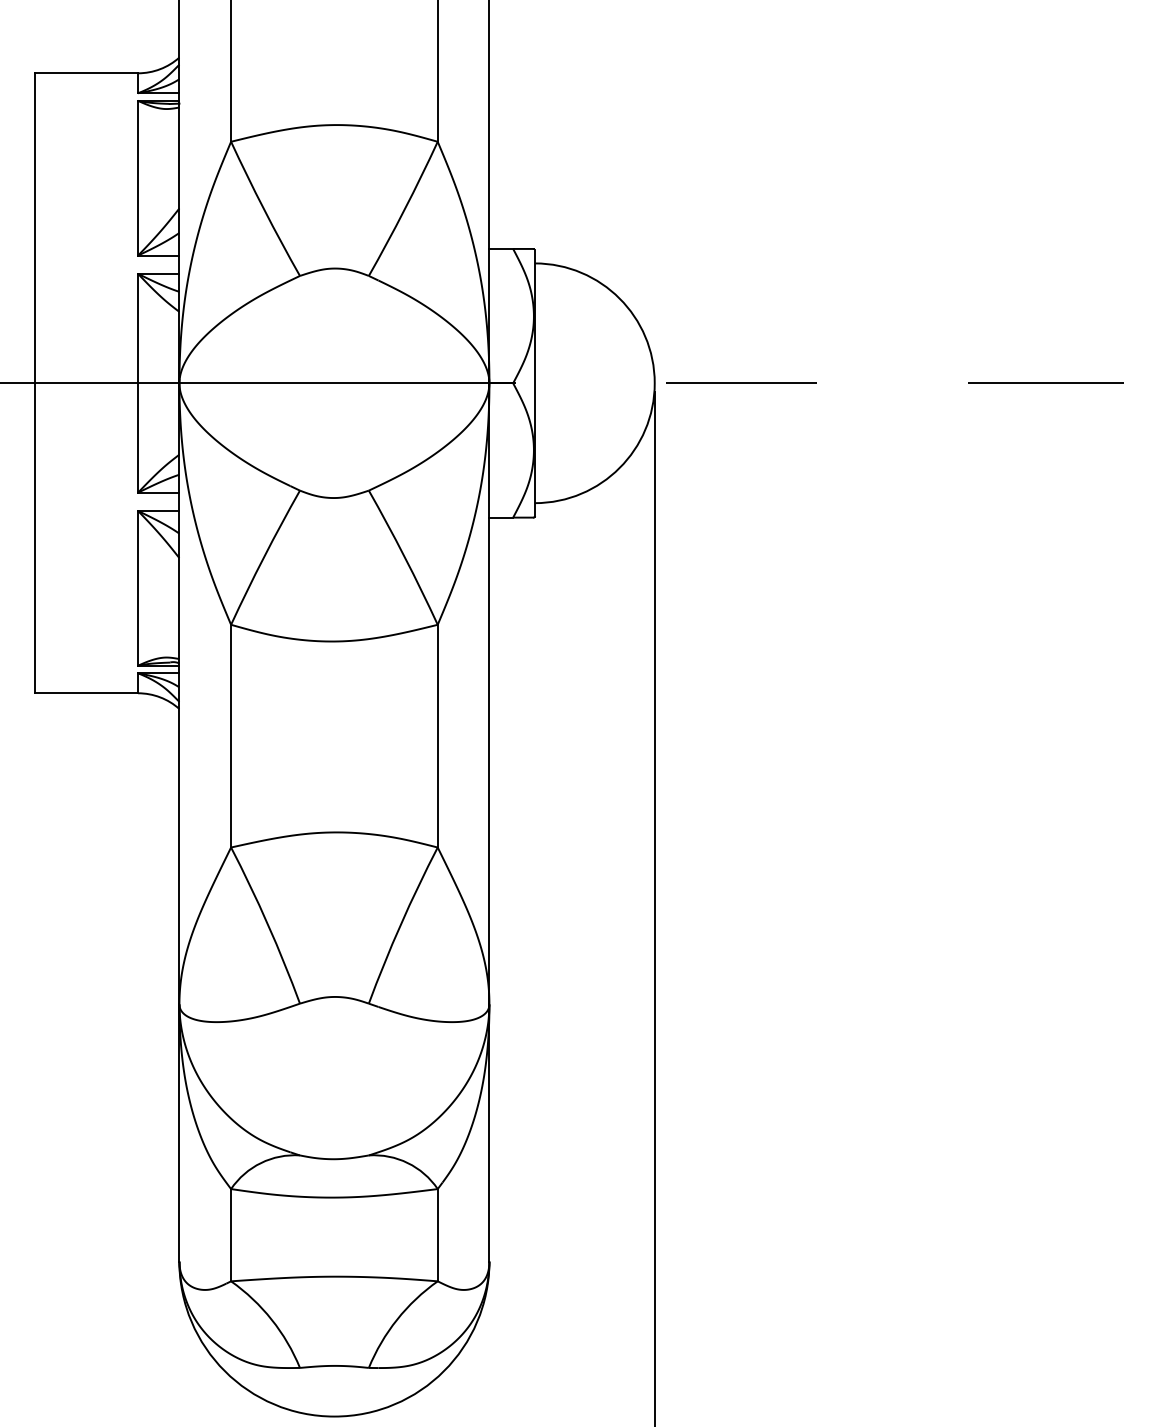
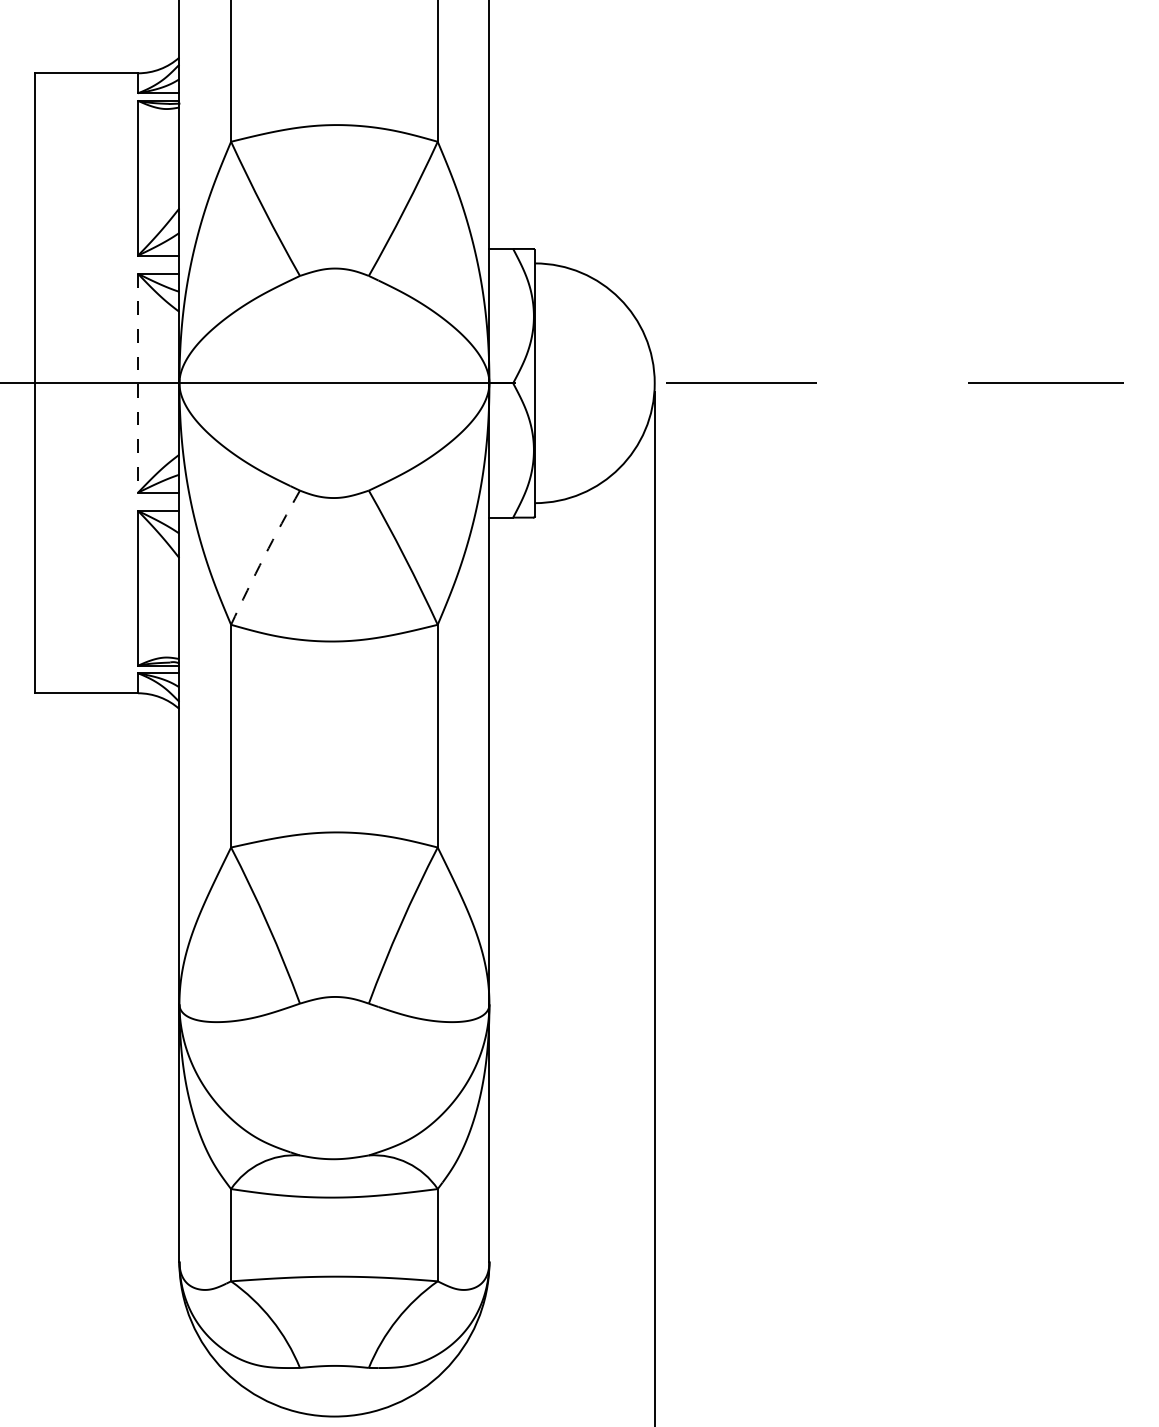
line at (138, 383): solid -> dashed
arc at (264, 557): solid -> dashed
